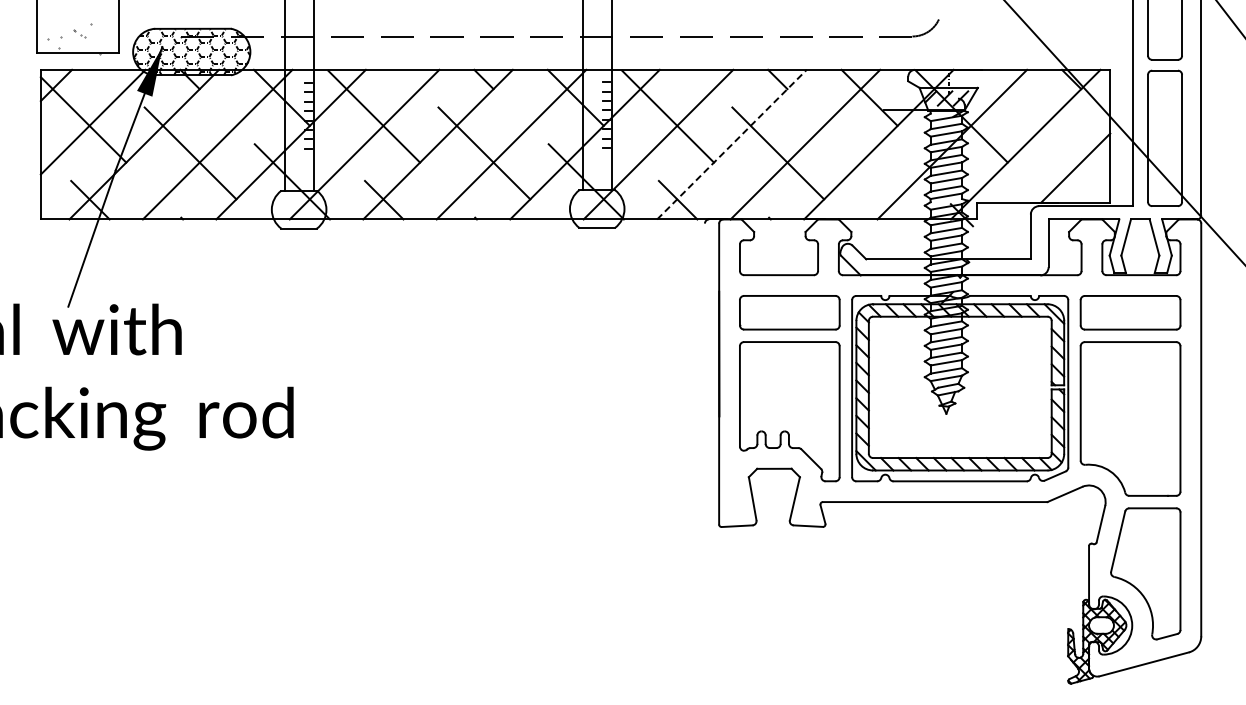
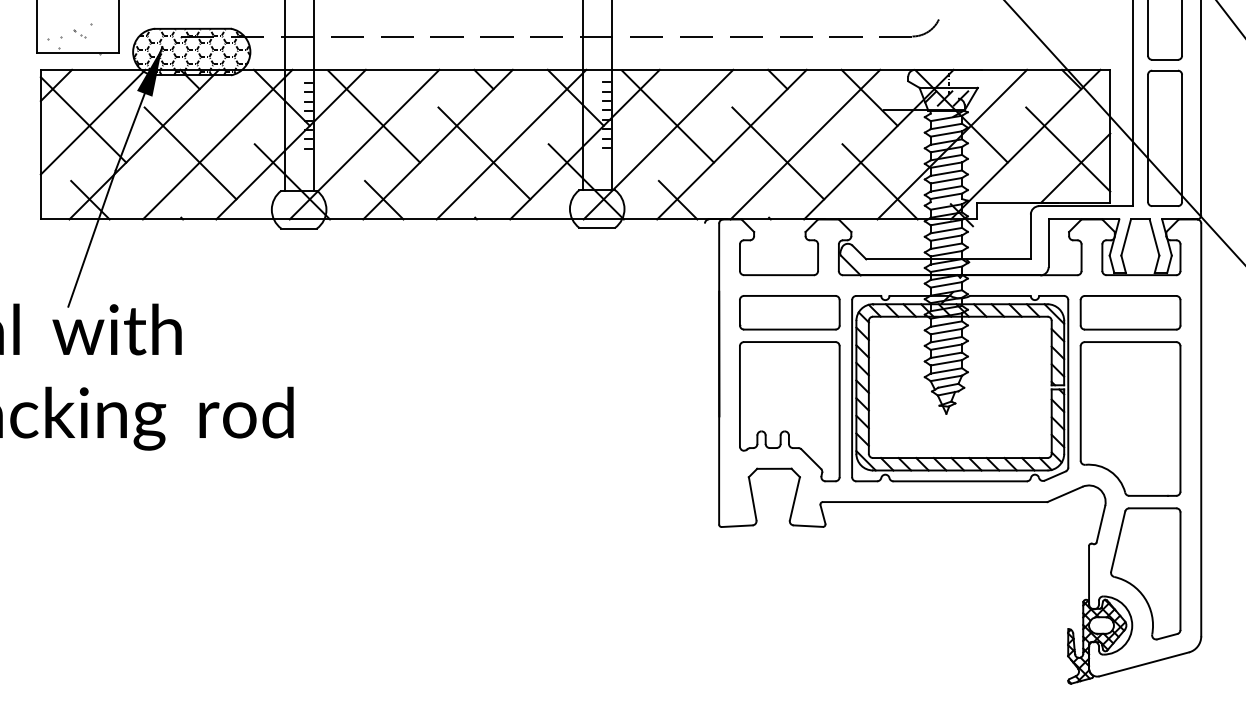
line at (731, 144): dashed -> solid
line at (1068, 149): none -> present
line at (879, 181): none -> present
